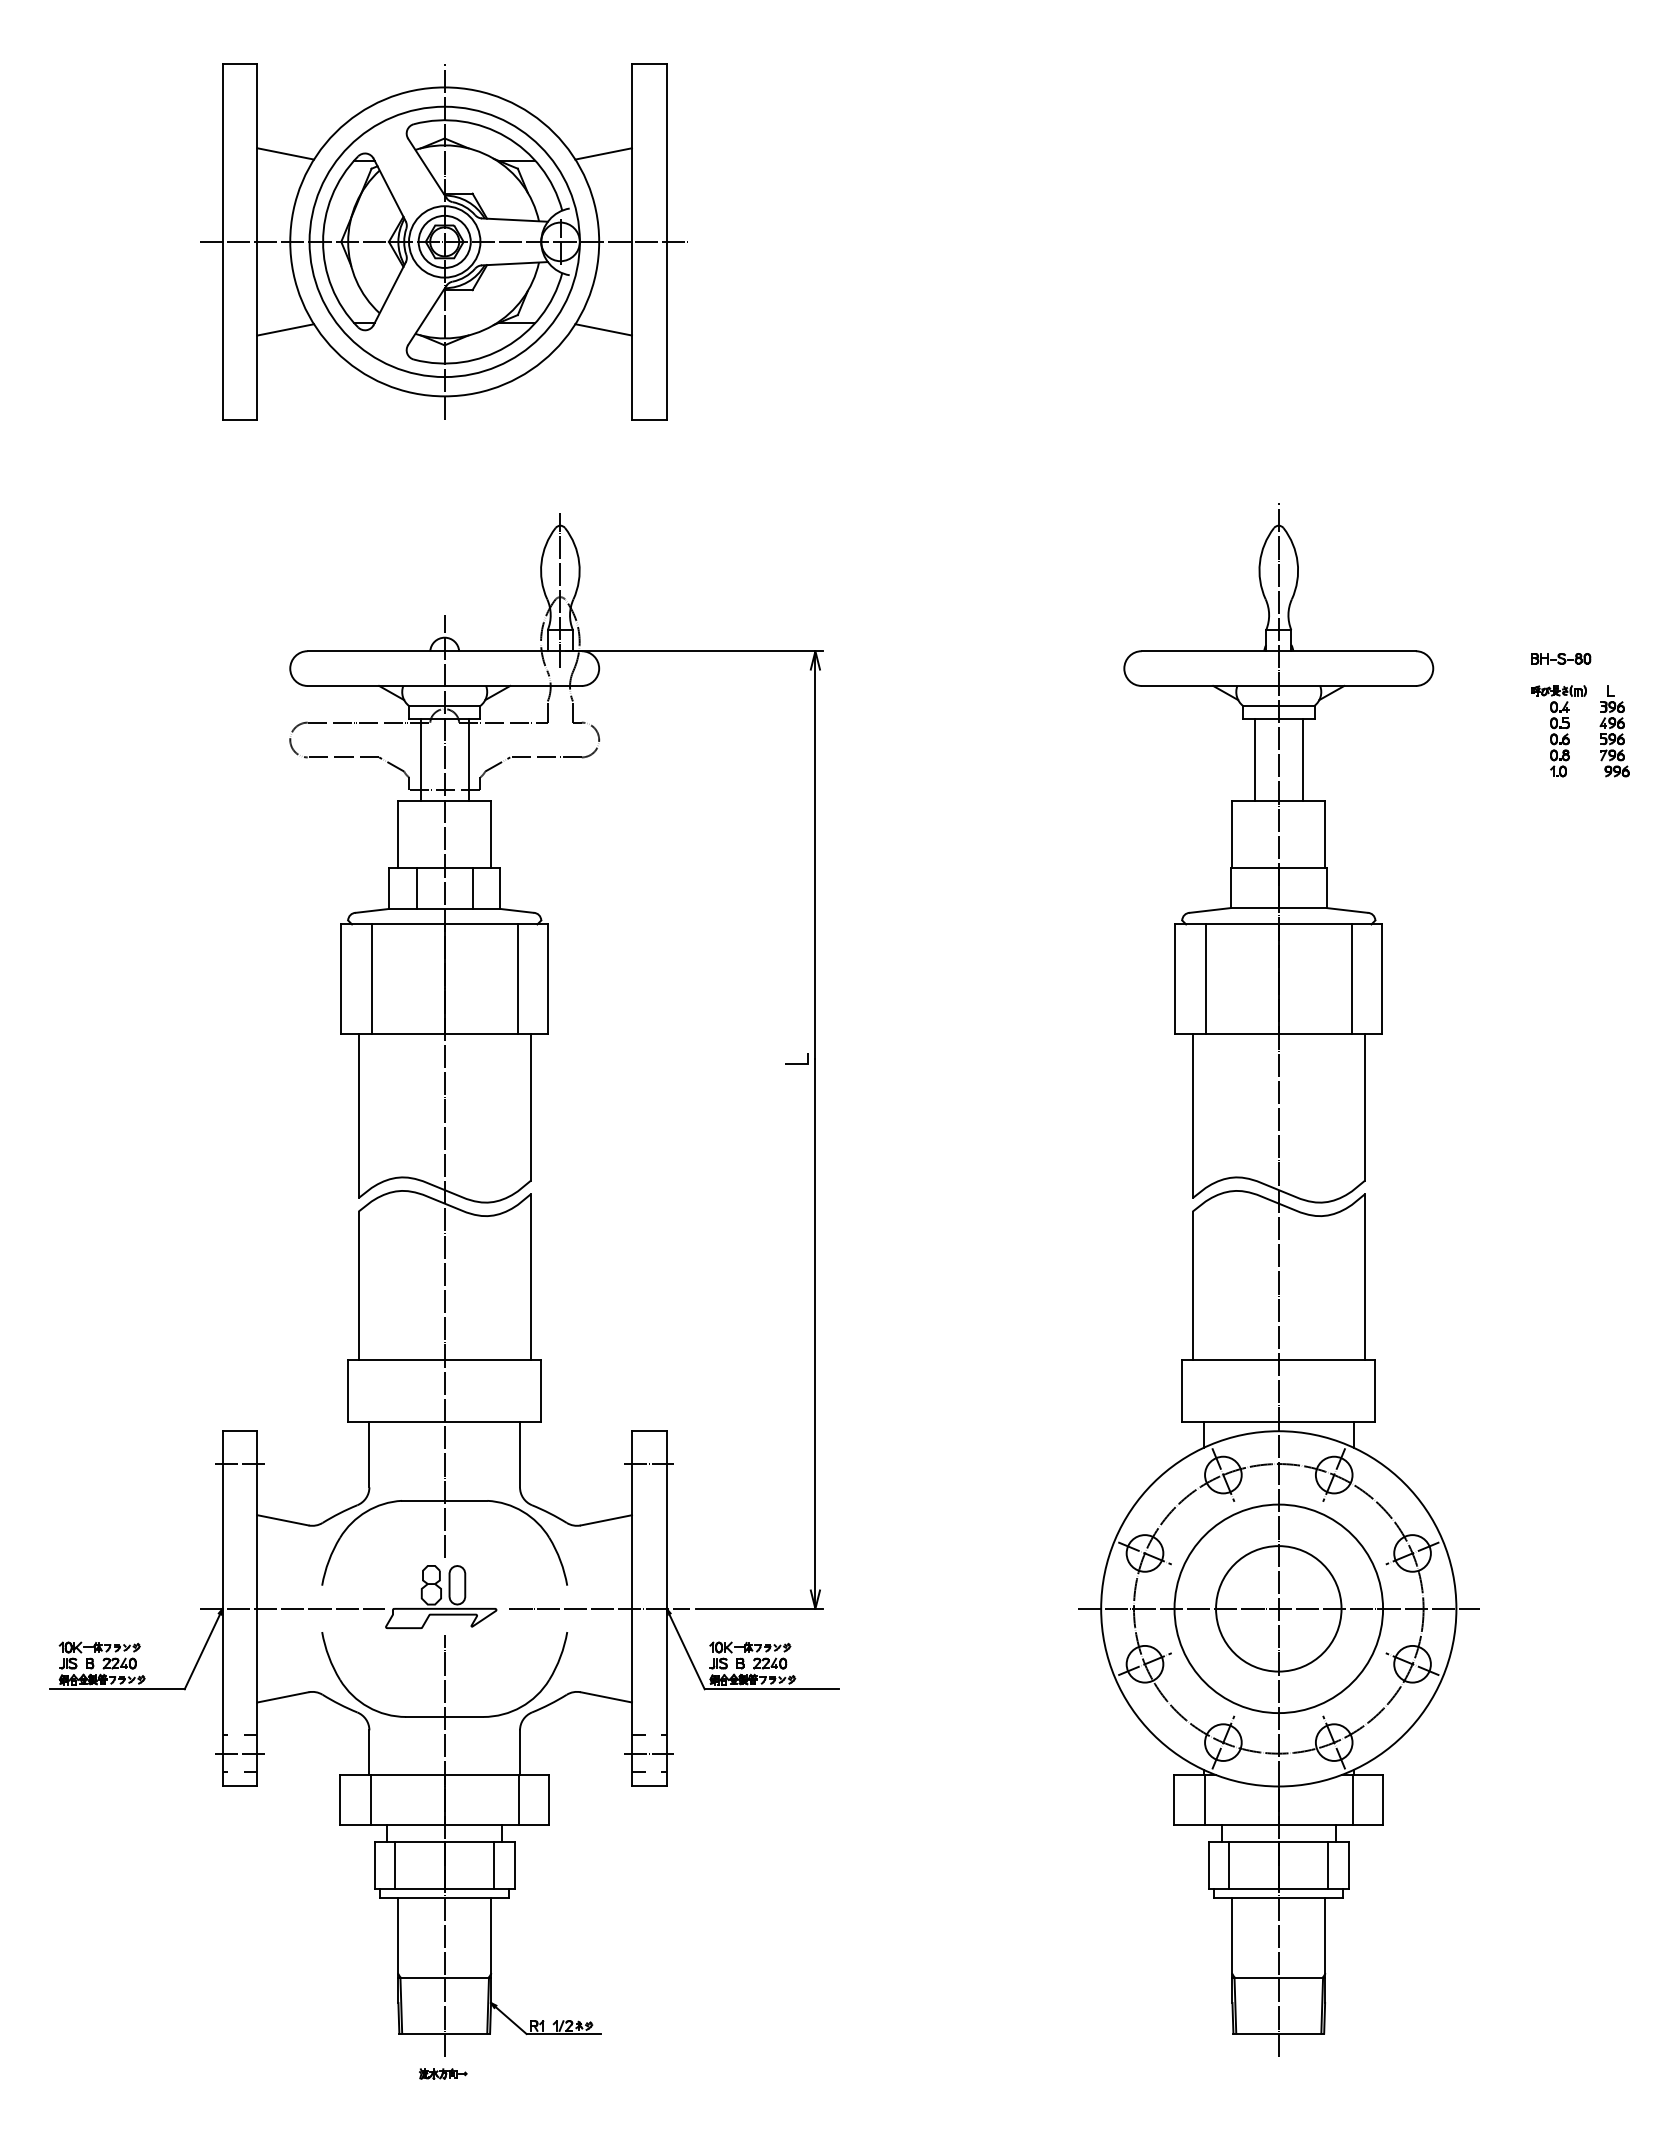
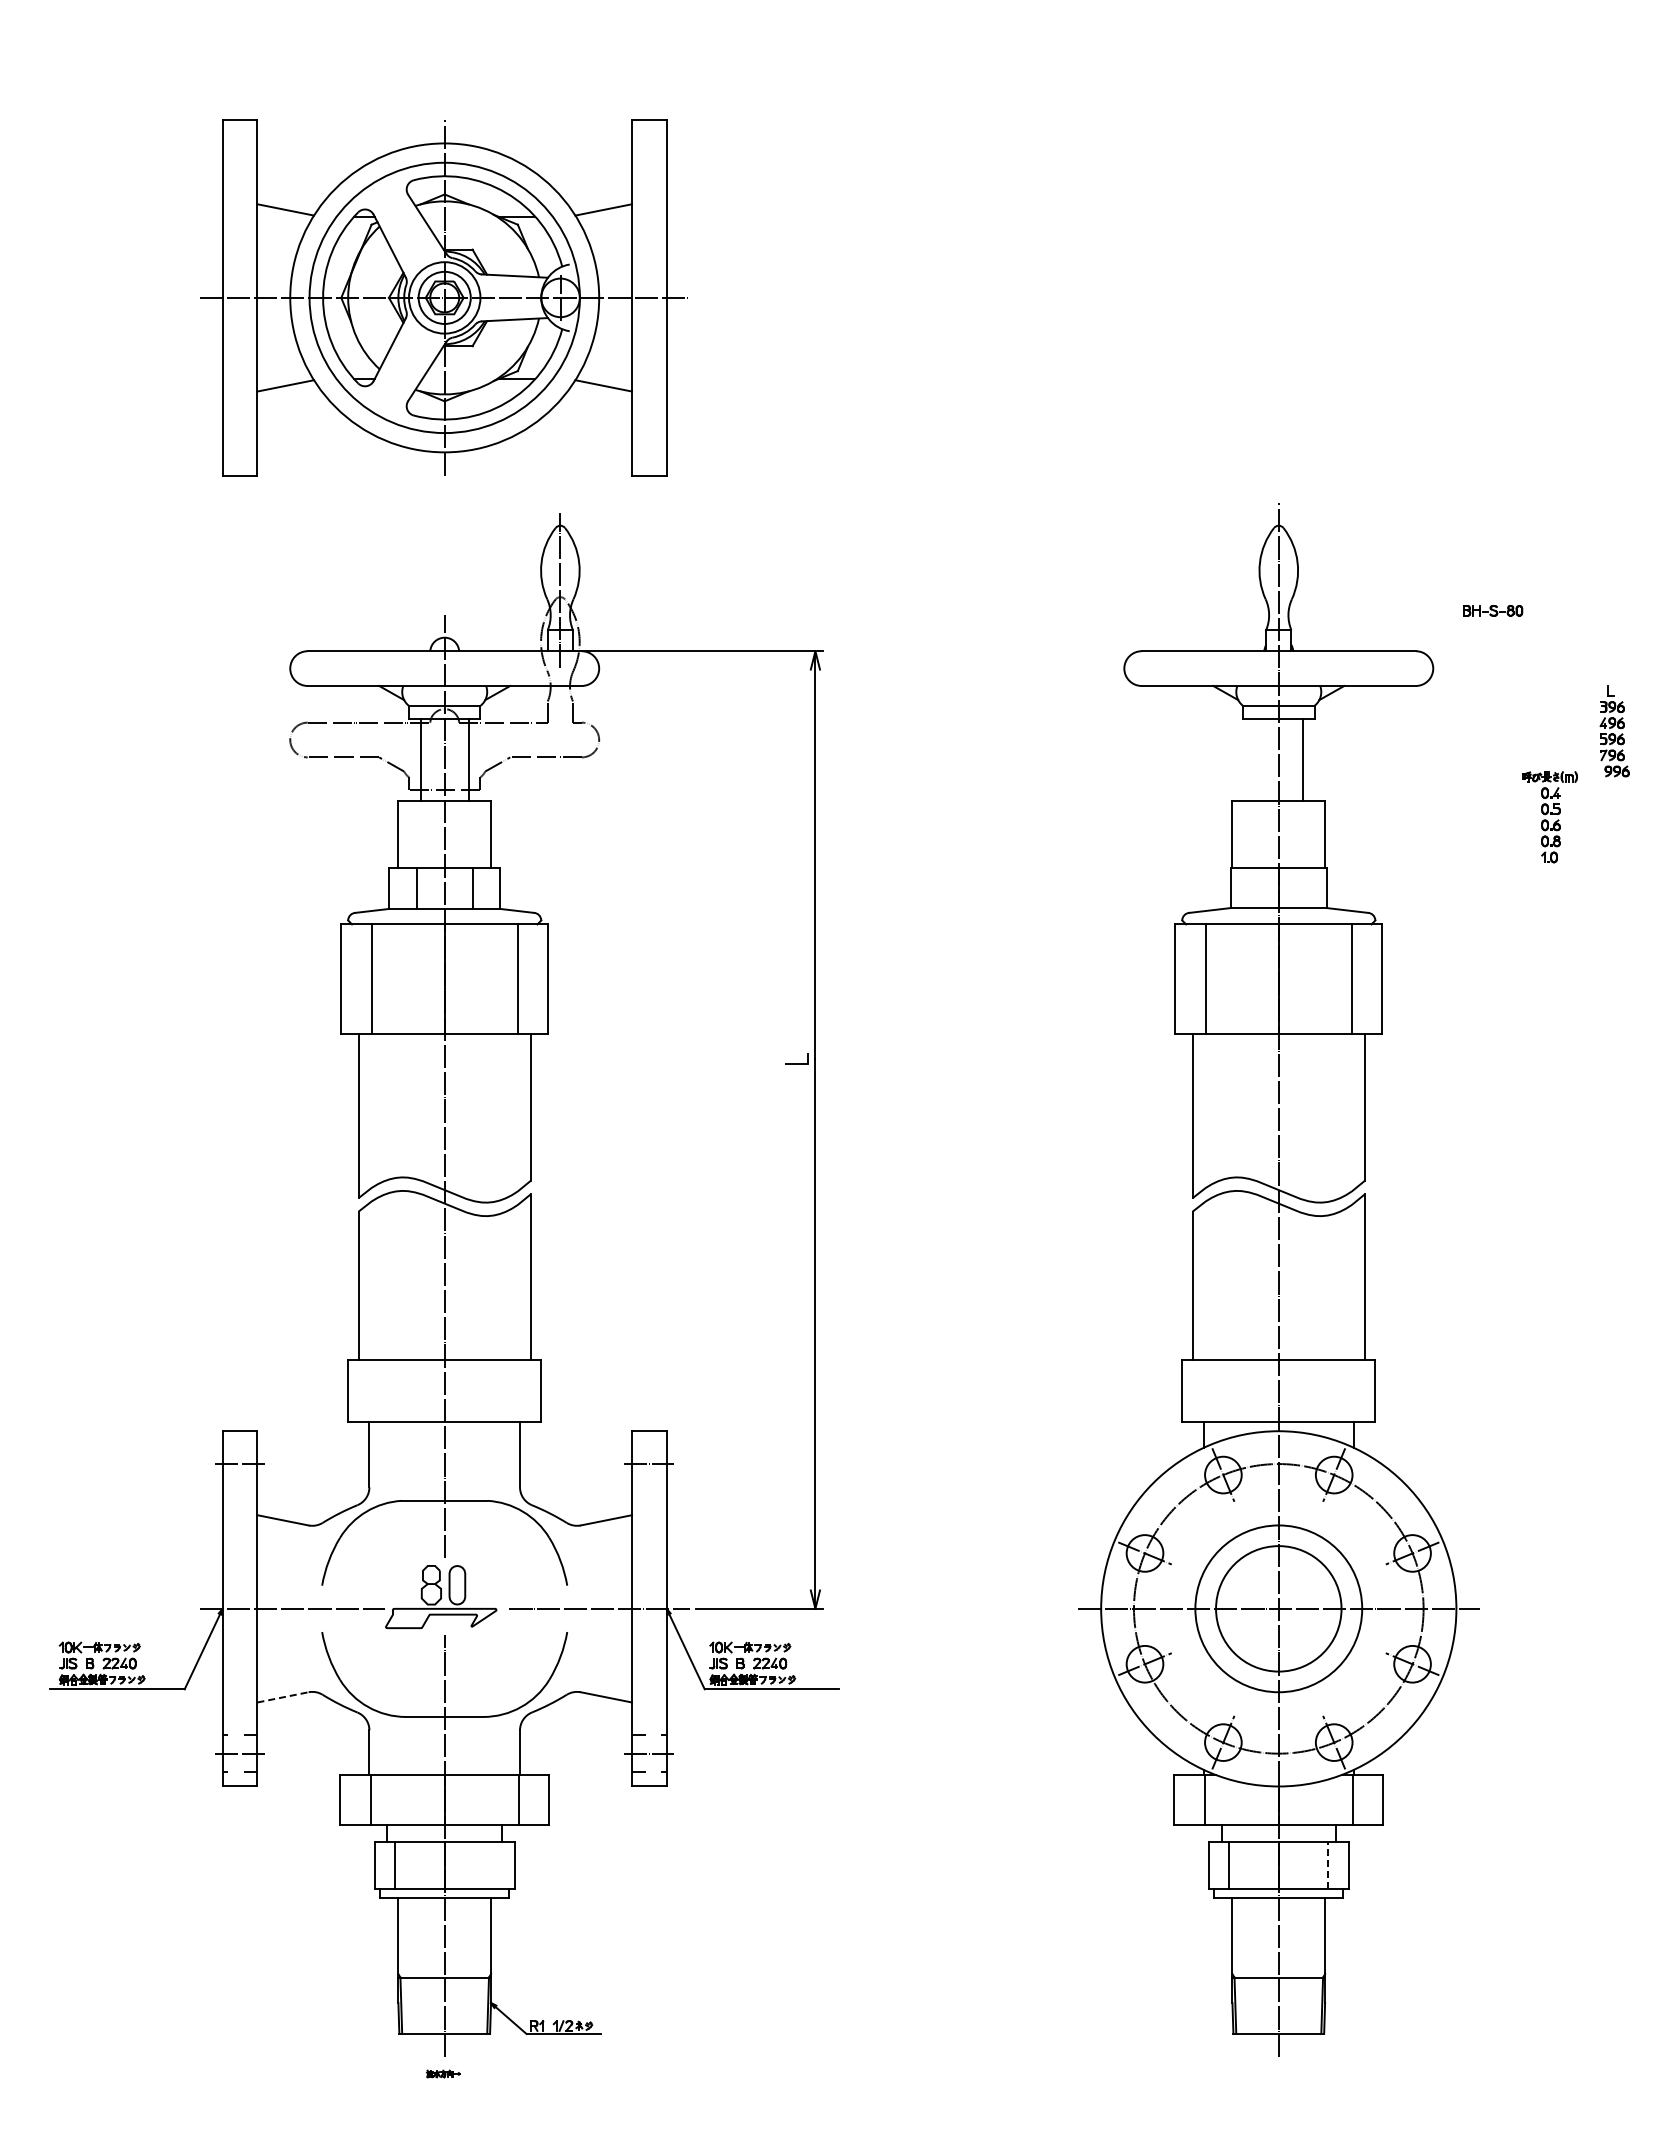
part at (443, 241) position: (443, 241) -> (443, 297)
part at (1561, 658) position: (1561, 658) -> (1493, 610)
part at (1558, 731) position: (1558, 731) -> (1549, 817)
line at (1254, 759): present -> none
circle at (1278, 1608) diameter: 209 px -> 167 px
line at (283, 1697): solid -> dashed
line at (494, 1865): present -> none
line at (1328, 1865): solid -> dashed
part at (443, 2073) size: 49x12 px -> 35x10 px
